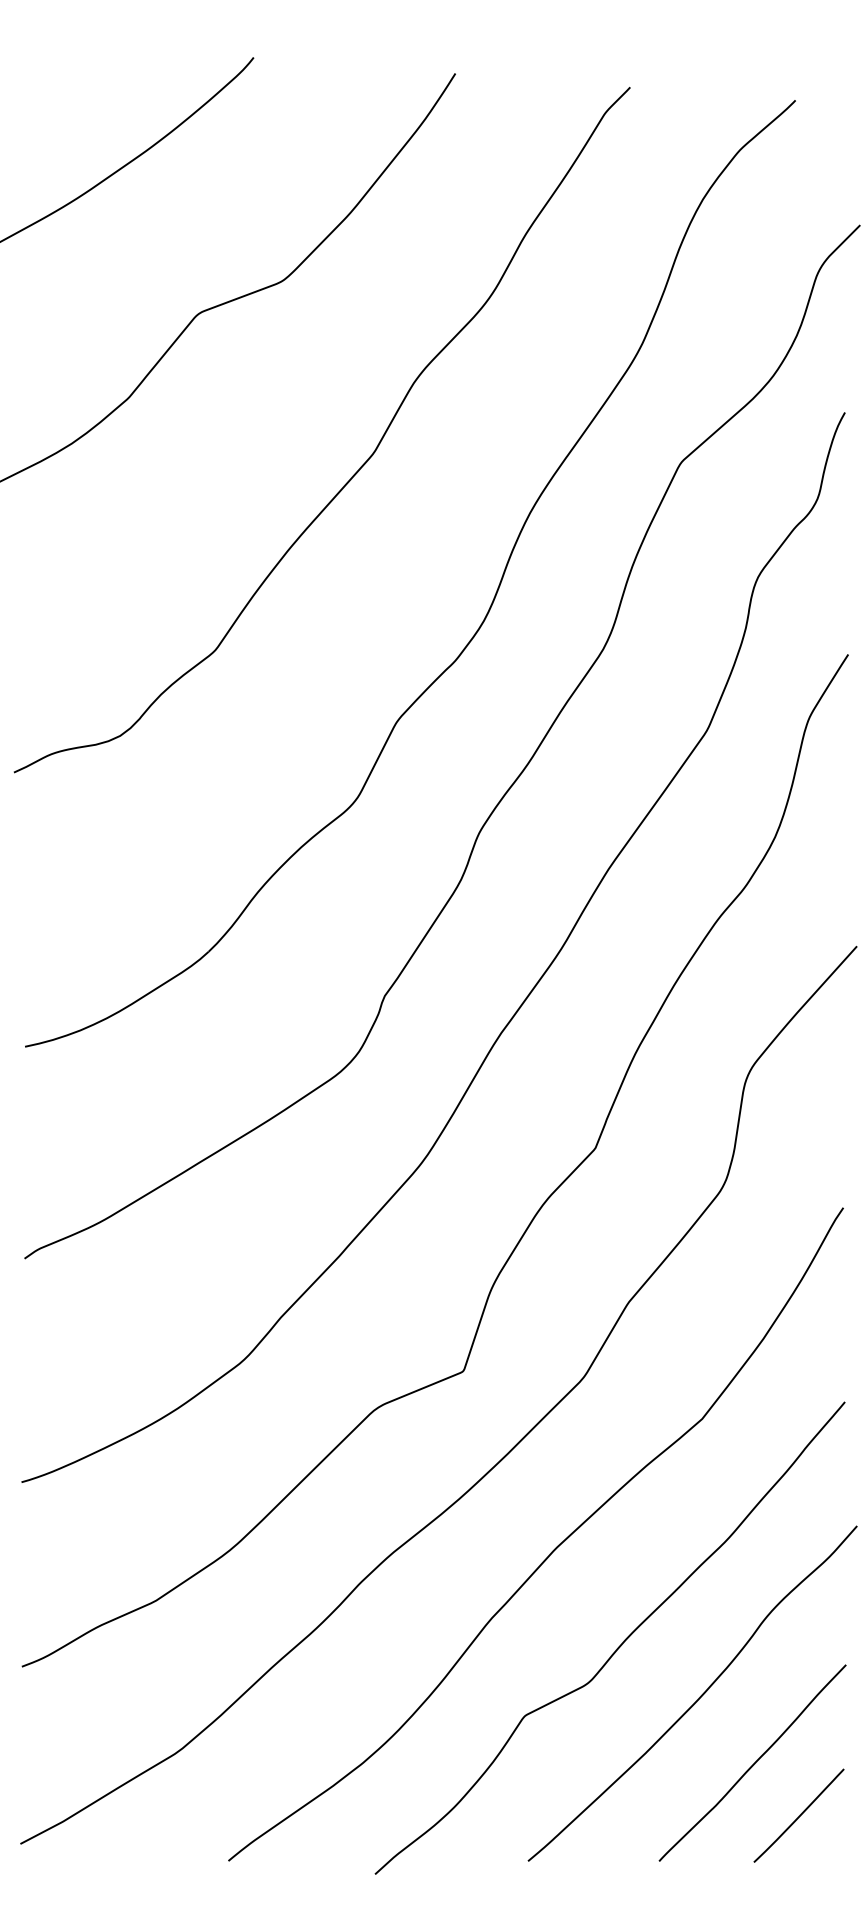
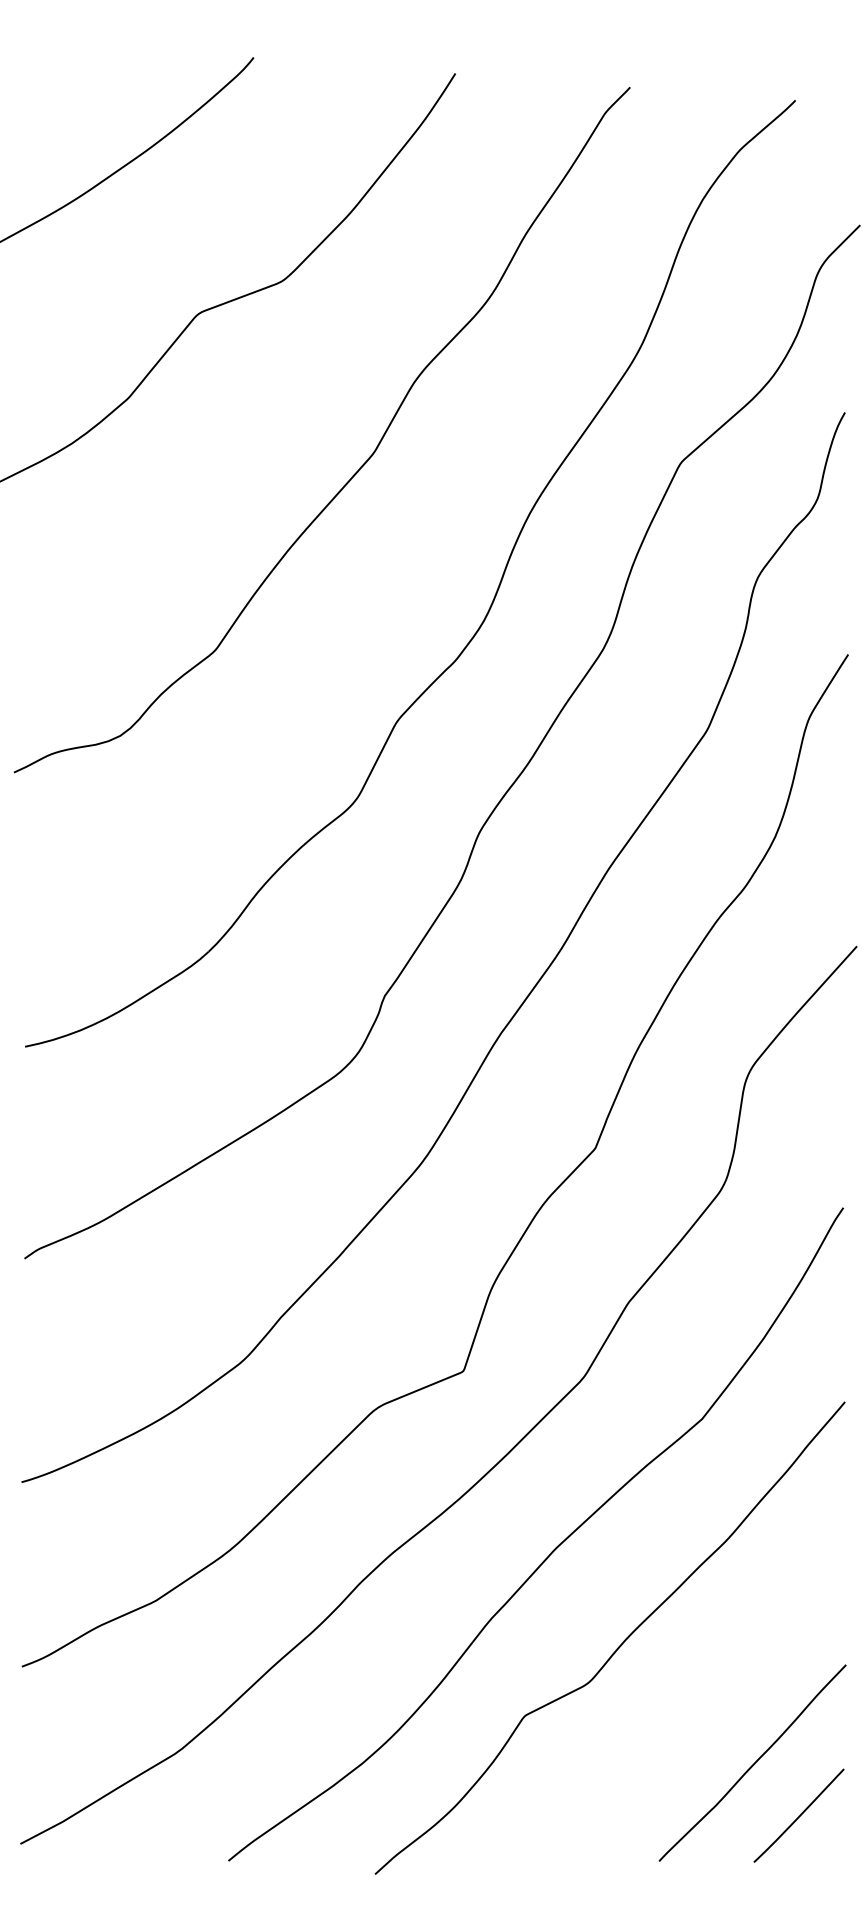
curve at (699, 1696): present -> none
